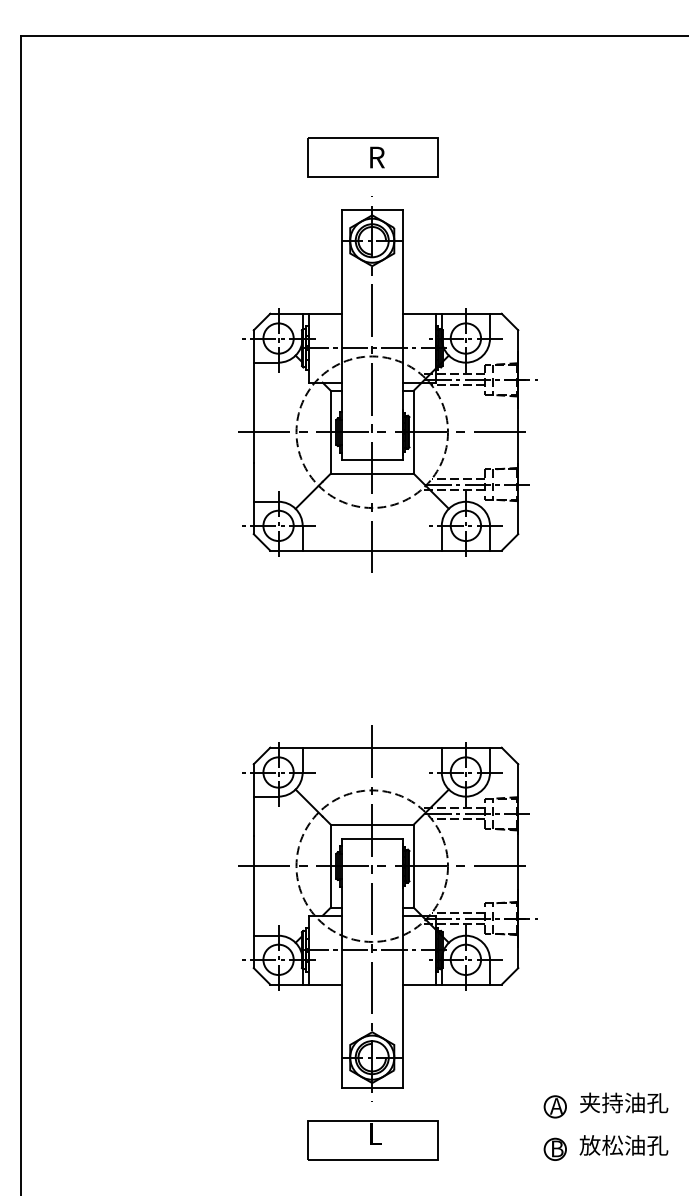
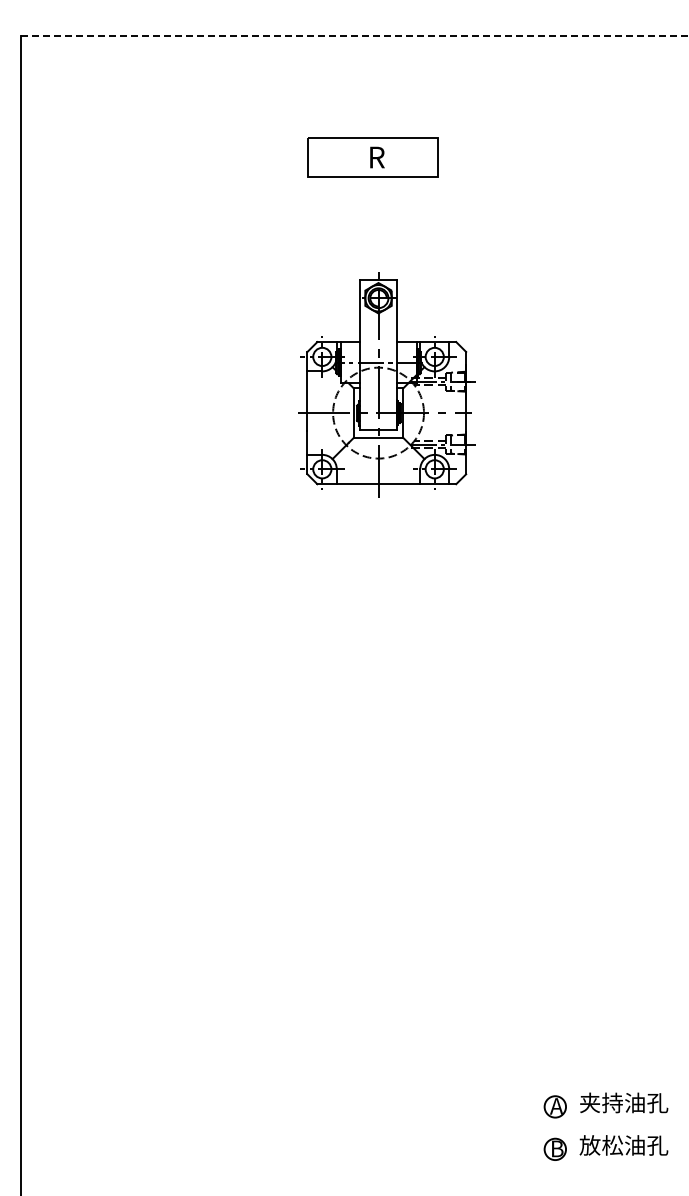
line at (354, 35): solid -> dashed
part at (387, 384) size: 300x377 px -> 178x226 px
part at (387, 913): present -> none
part at (372, 1140): present -> none
